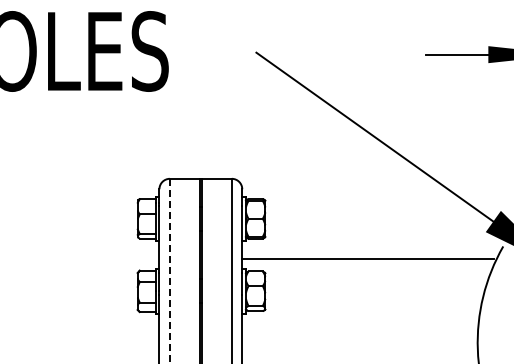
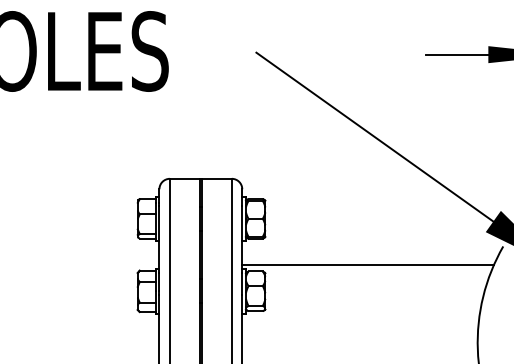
line at (367, 259) position: (367, 259) -> (367, 265)
line at (169, 271): dashed -> solid
